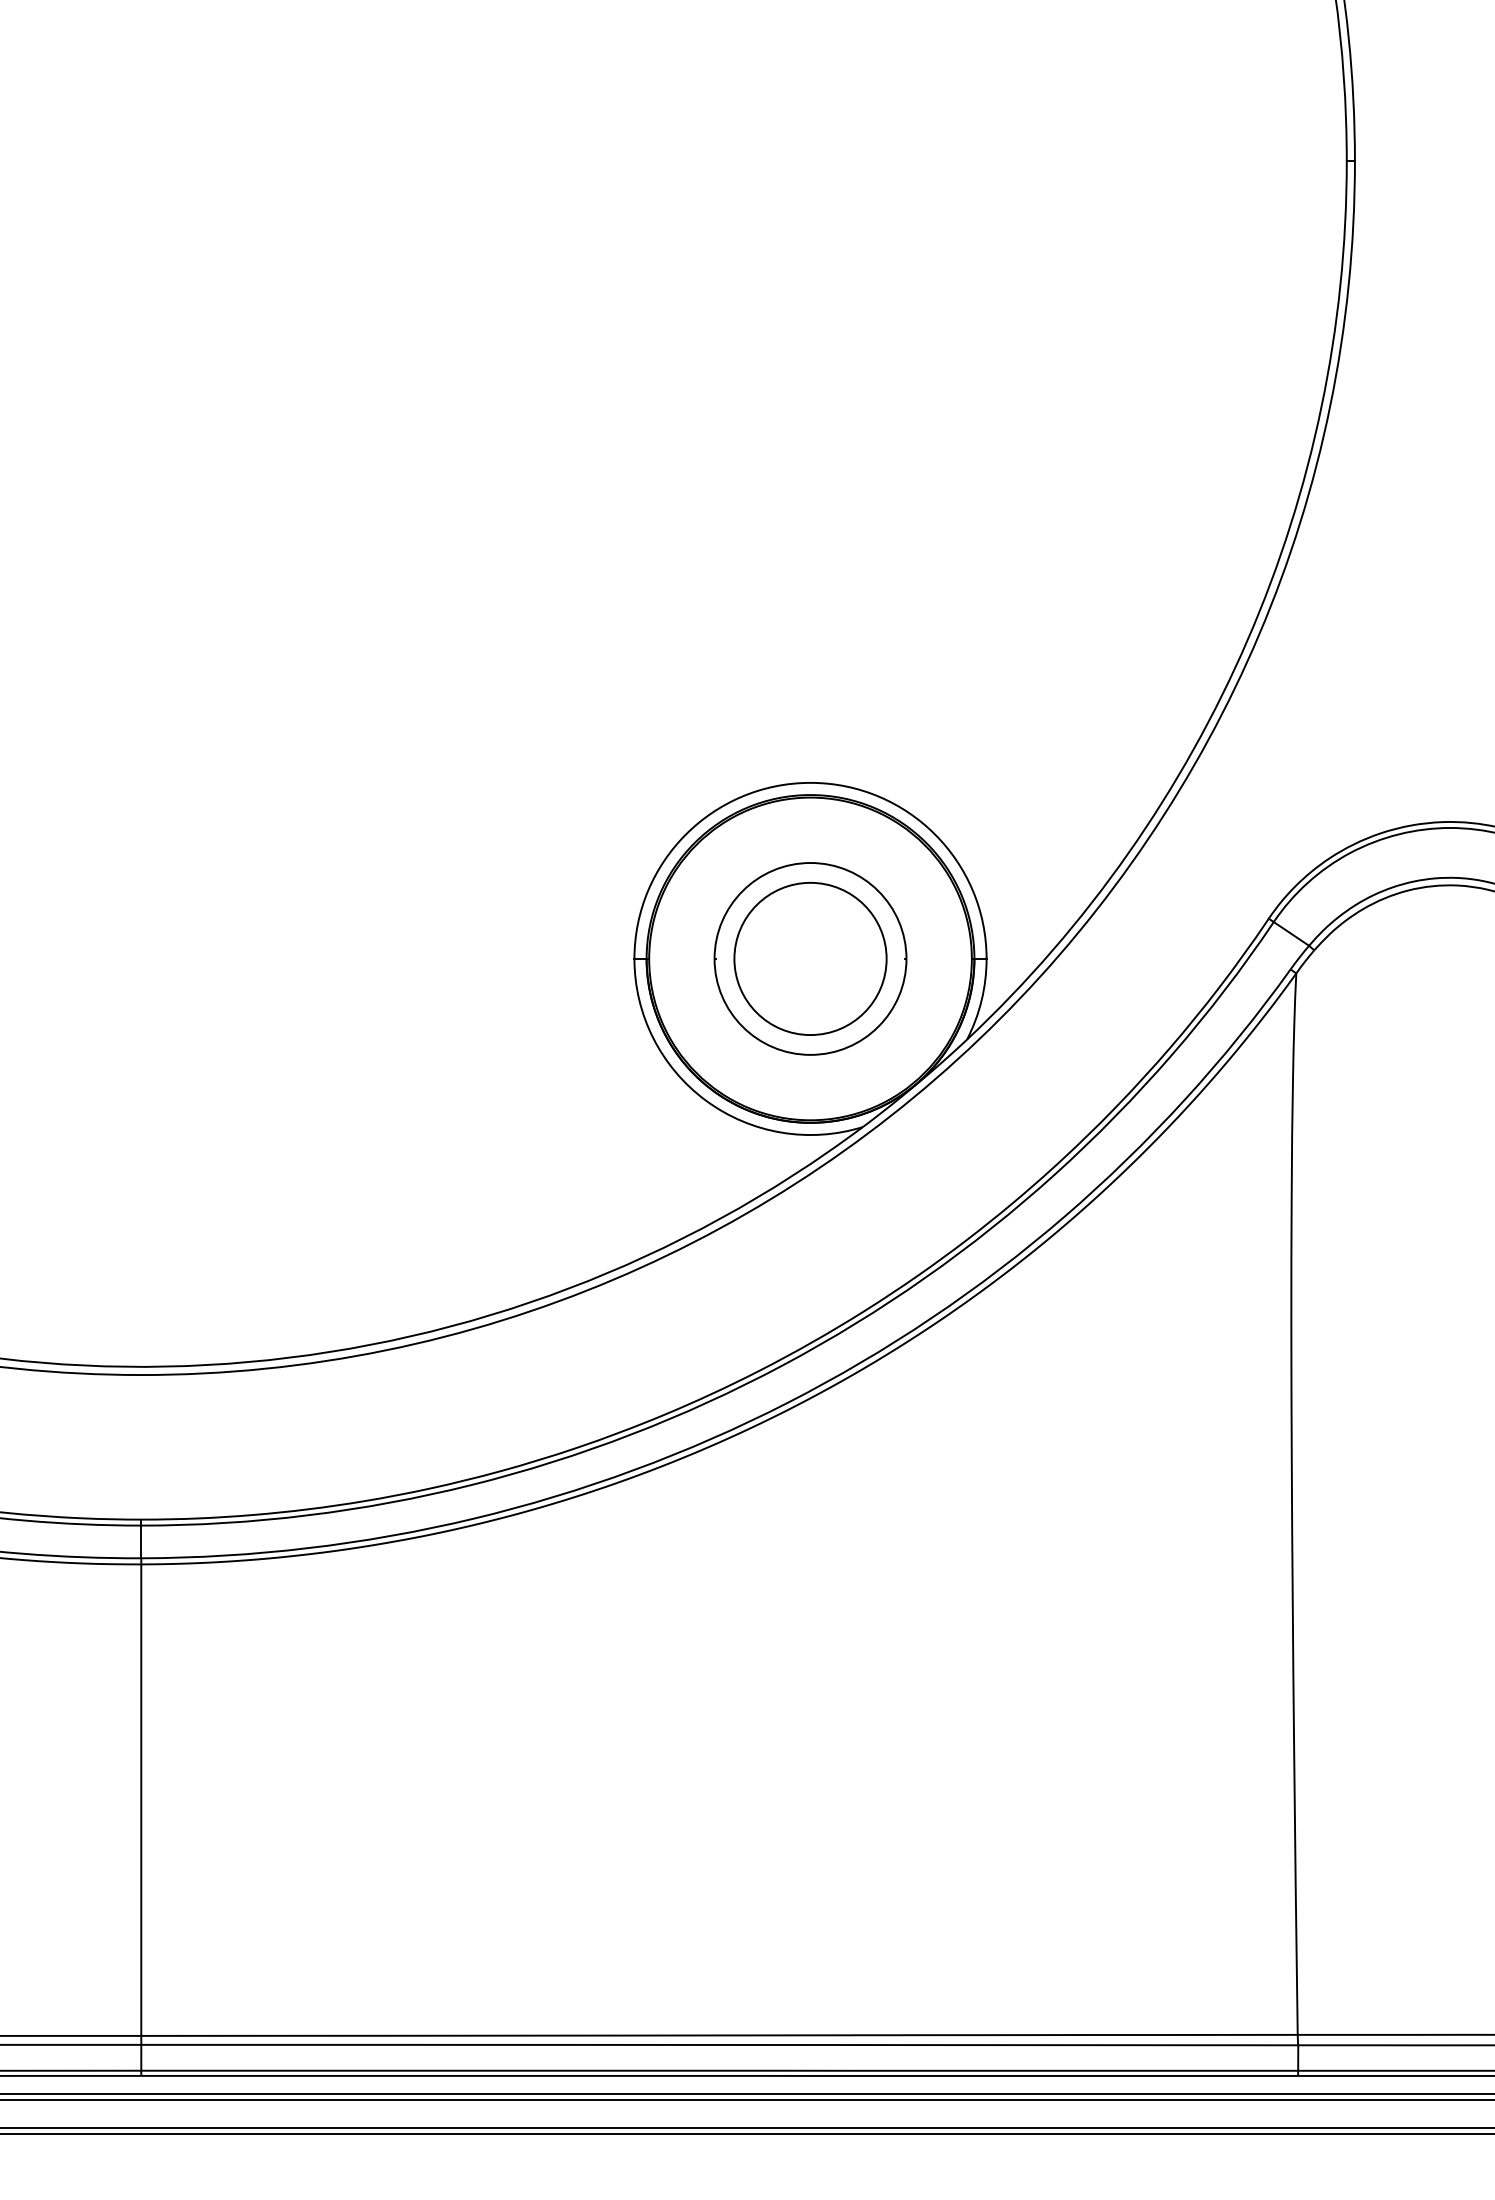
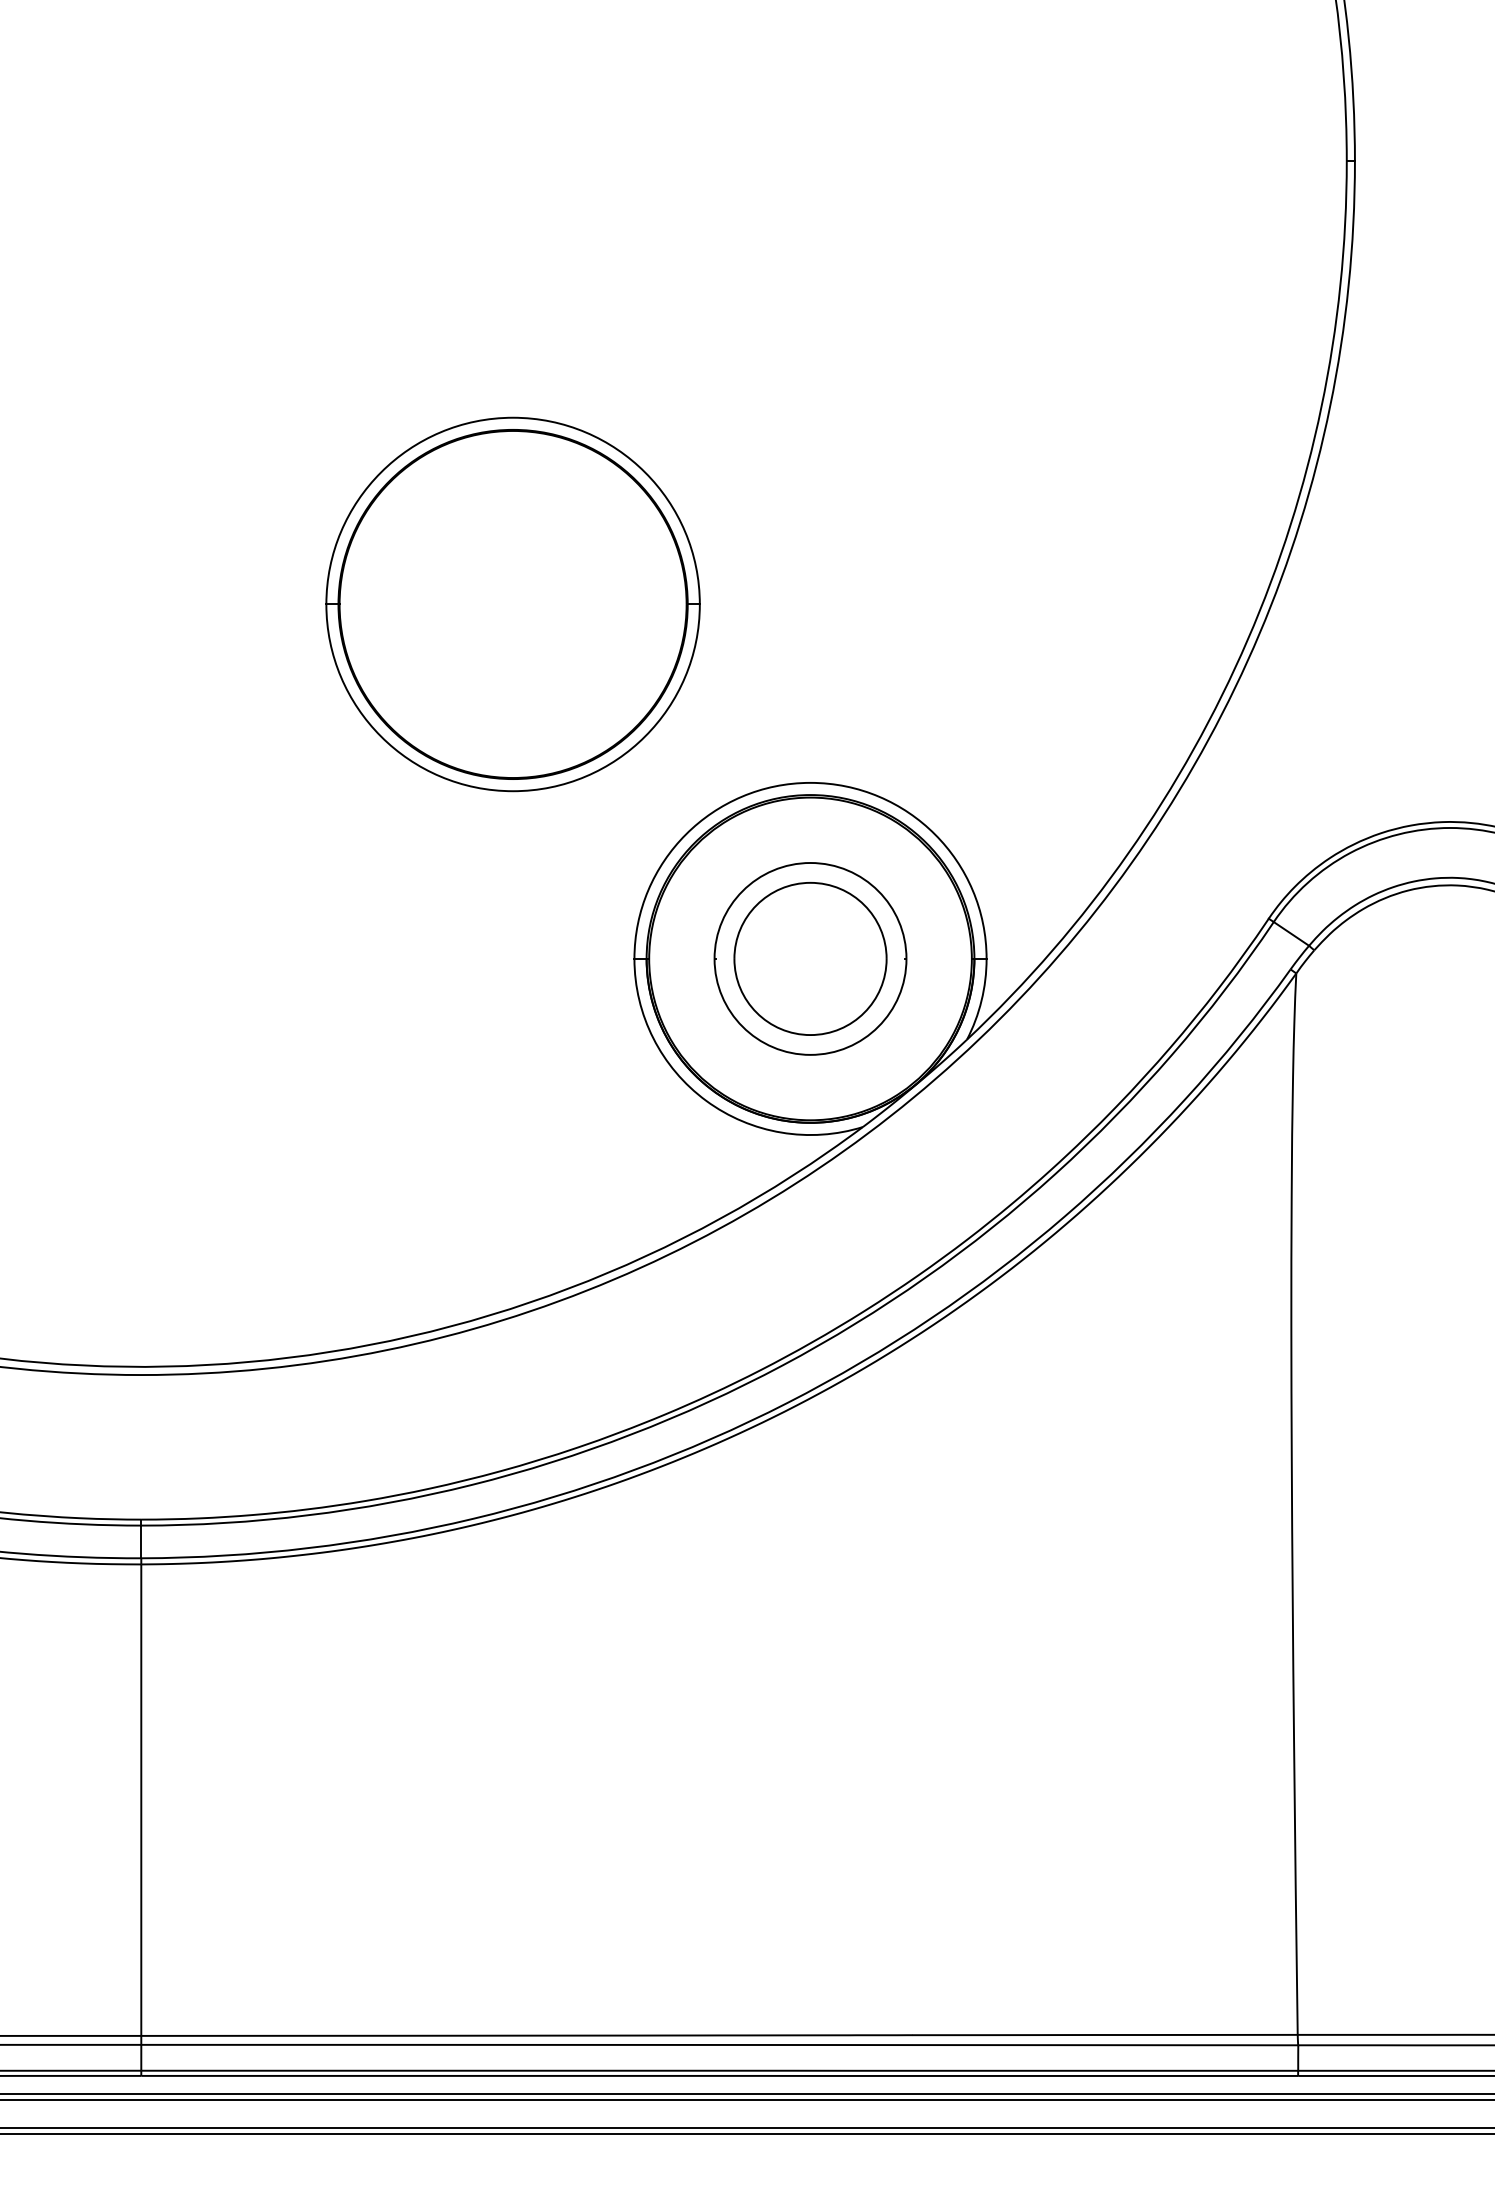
part at (512, 604): none -> present
